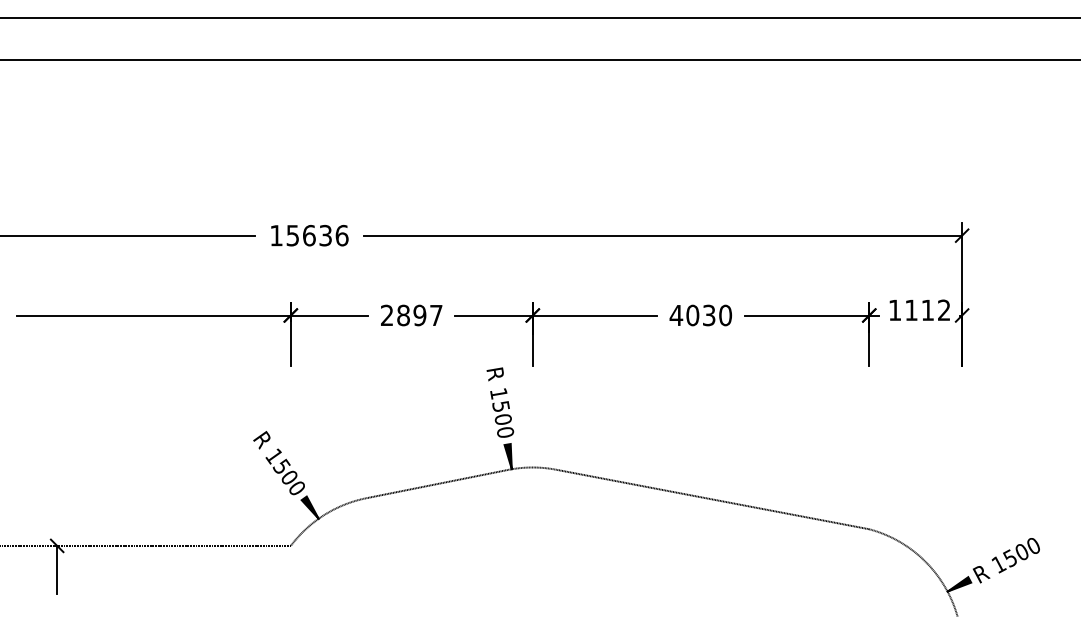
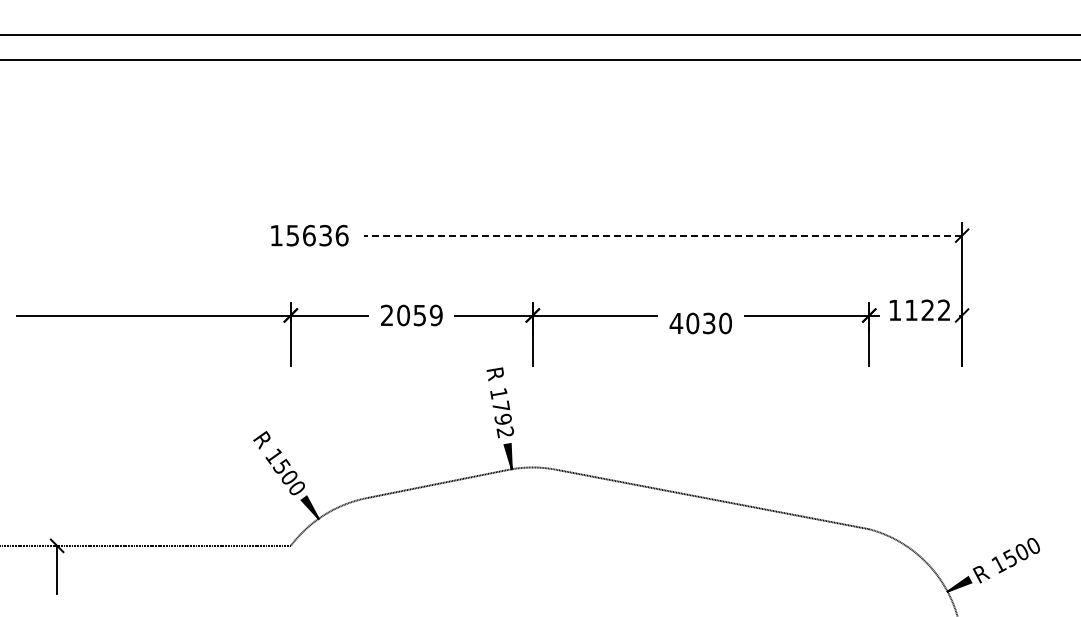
line at (539, 18) position: (539, 18) -> (539, 35)
line at (128, 235): present -> none
line at (662, 235): solid -> dashed
text at (927, 309): 1112 -> 1122
text at (419, 315): 2897 -> 2059
text at (700, 315) position: (700, 315) -> (700, 323)
text at (503, 419): 1500 -> 1792
